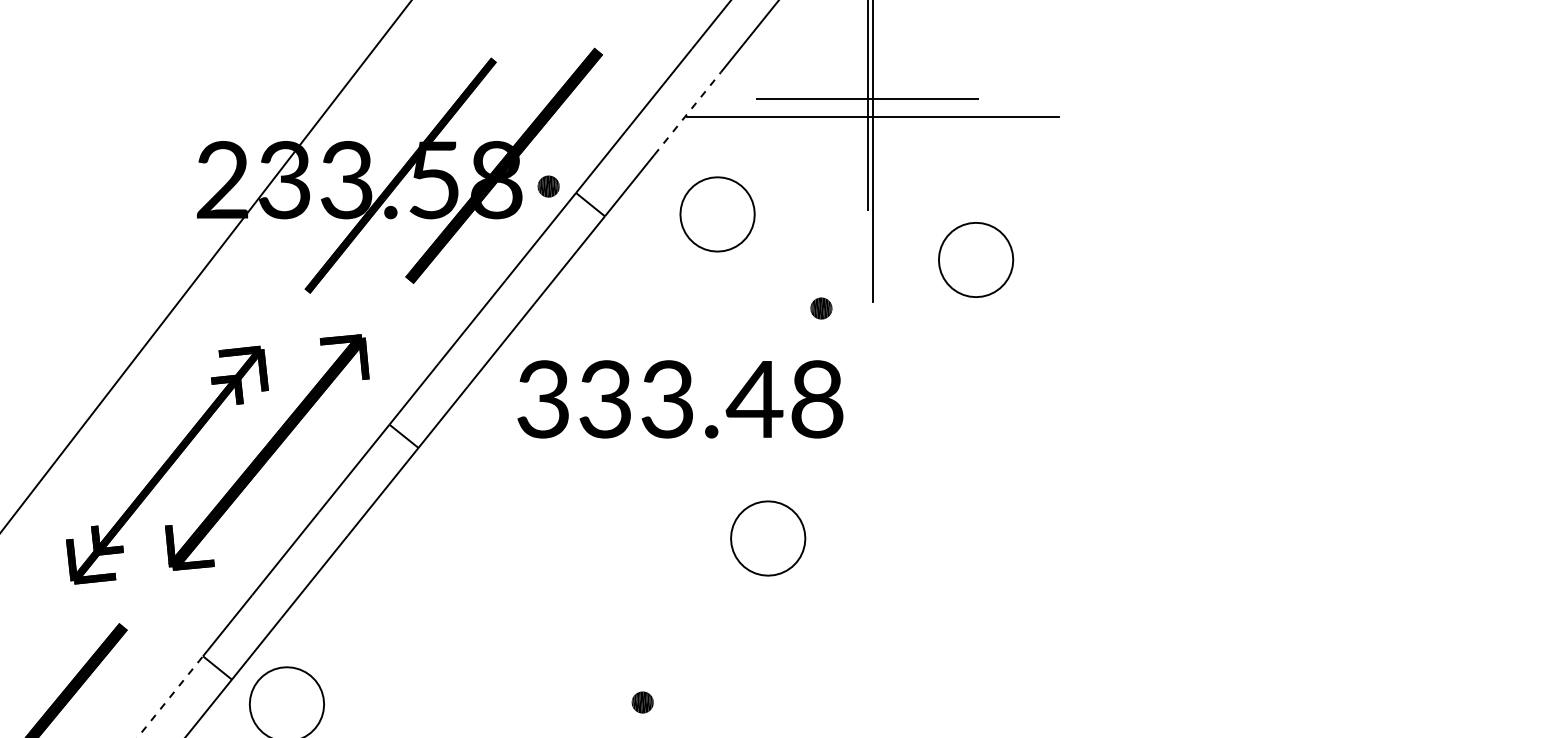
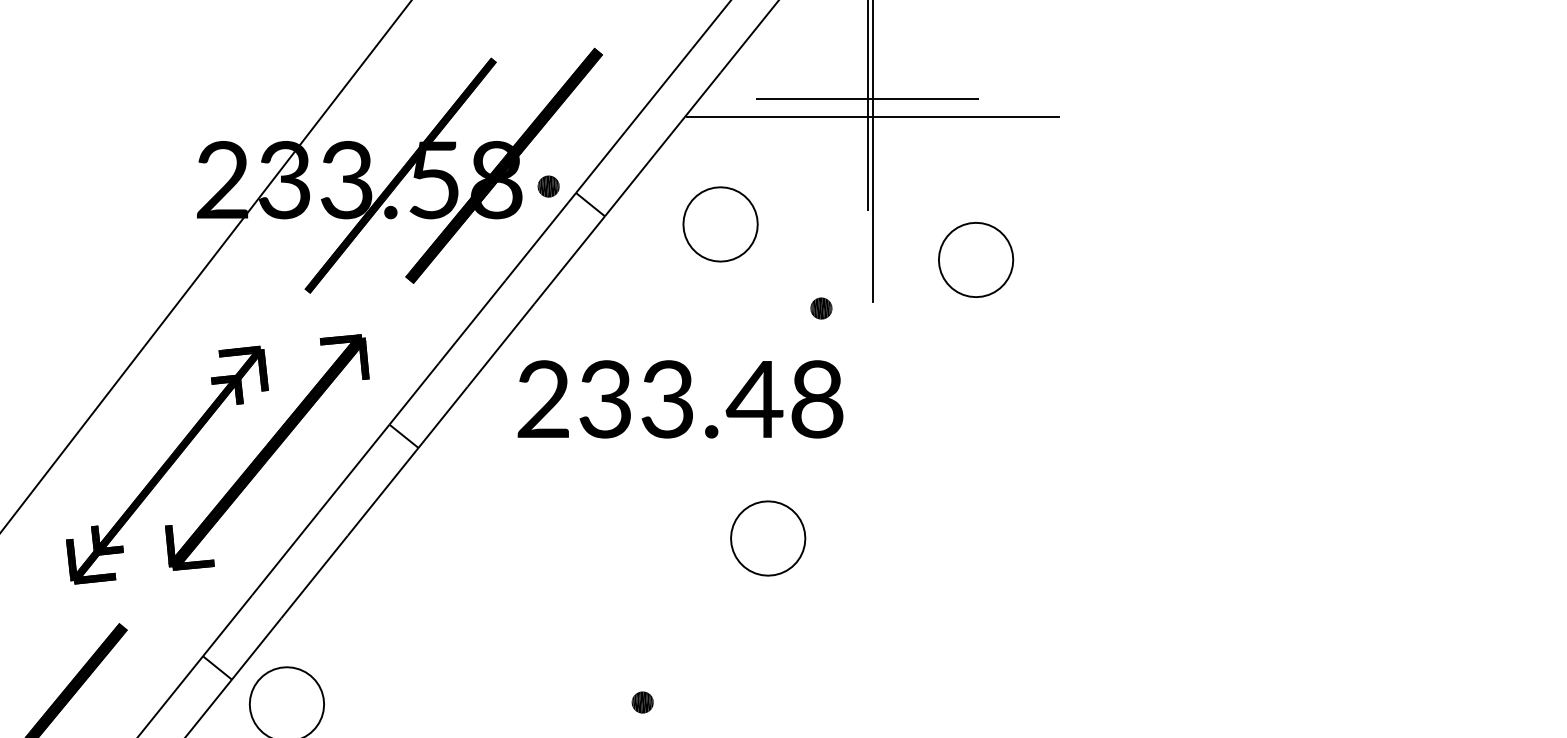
line at (687, 113): dashed -> solid
part at (717, 214) position: (717, 214) -> (720, 224)
text at (542, 399): 333.48 -> 233.48
line at (170, 696): dashed -> solid
